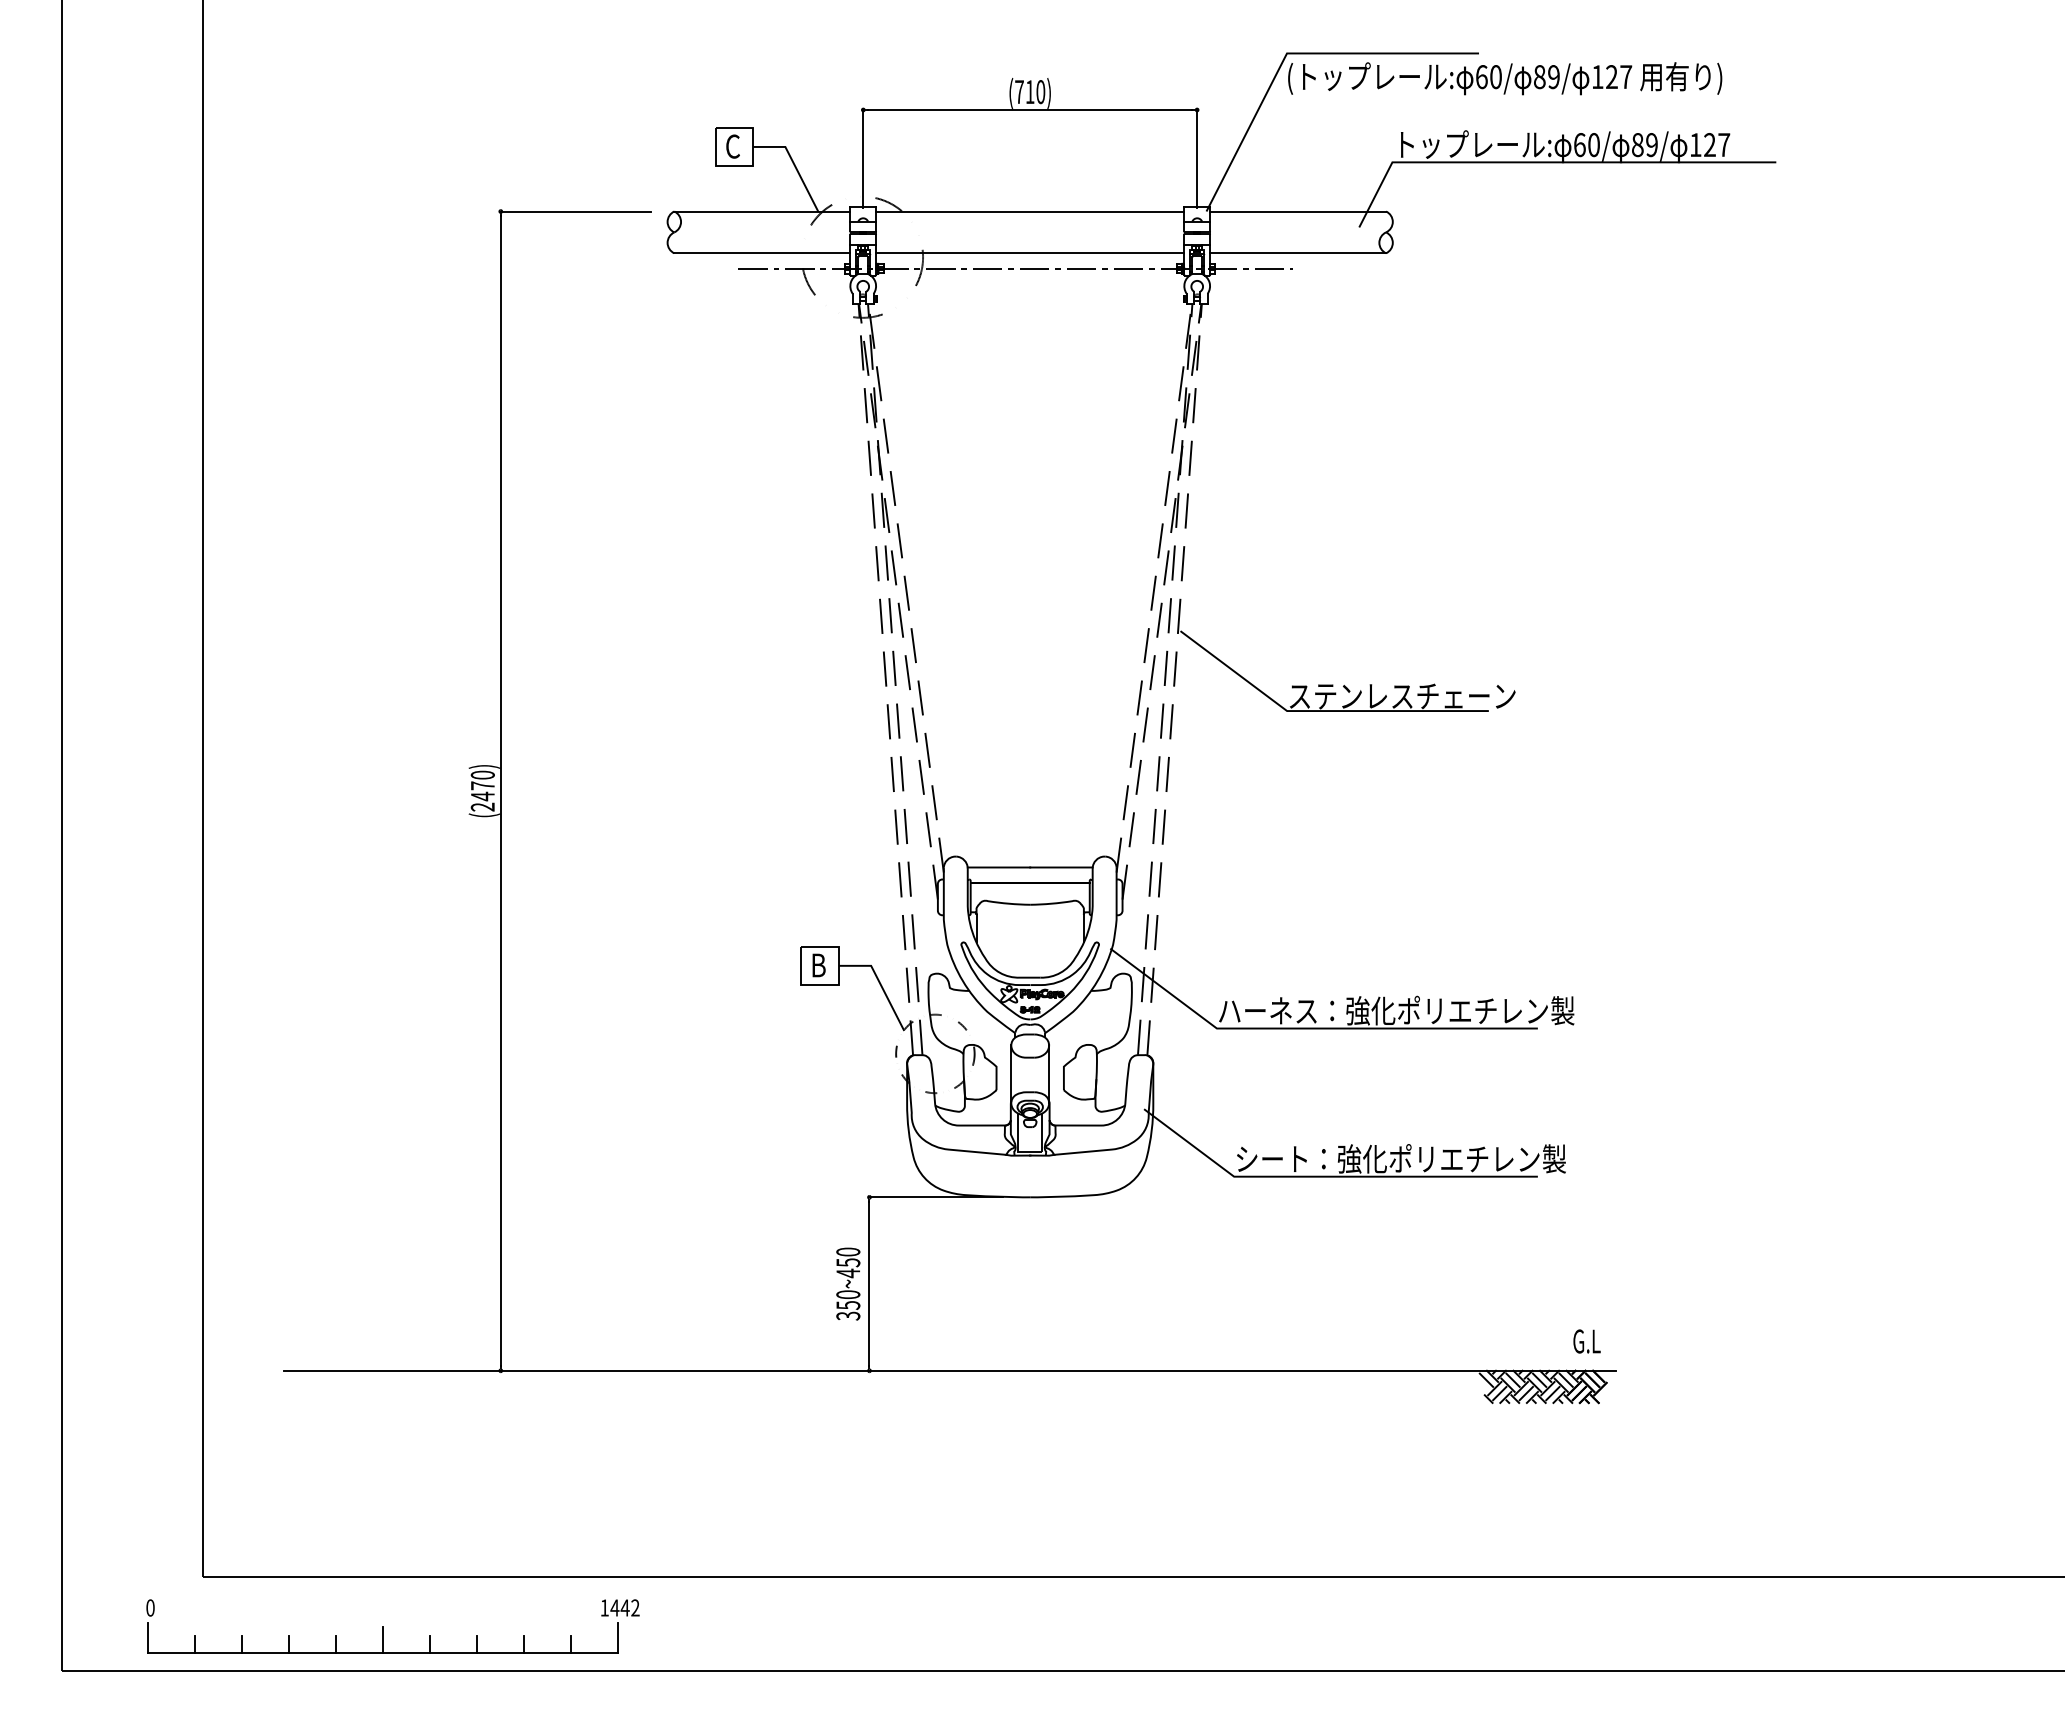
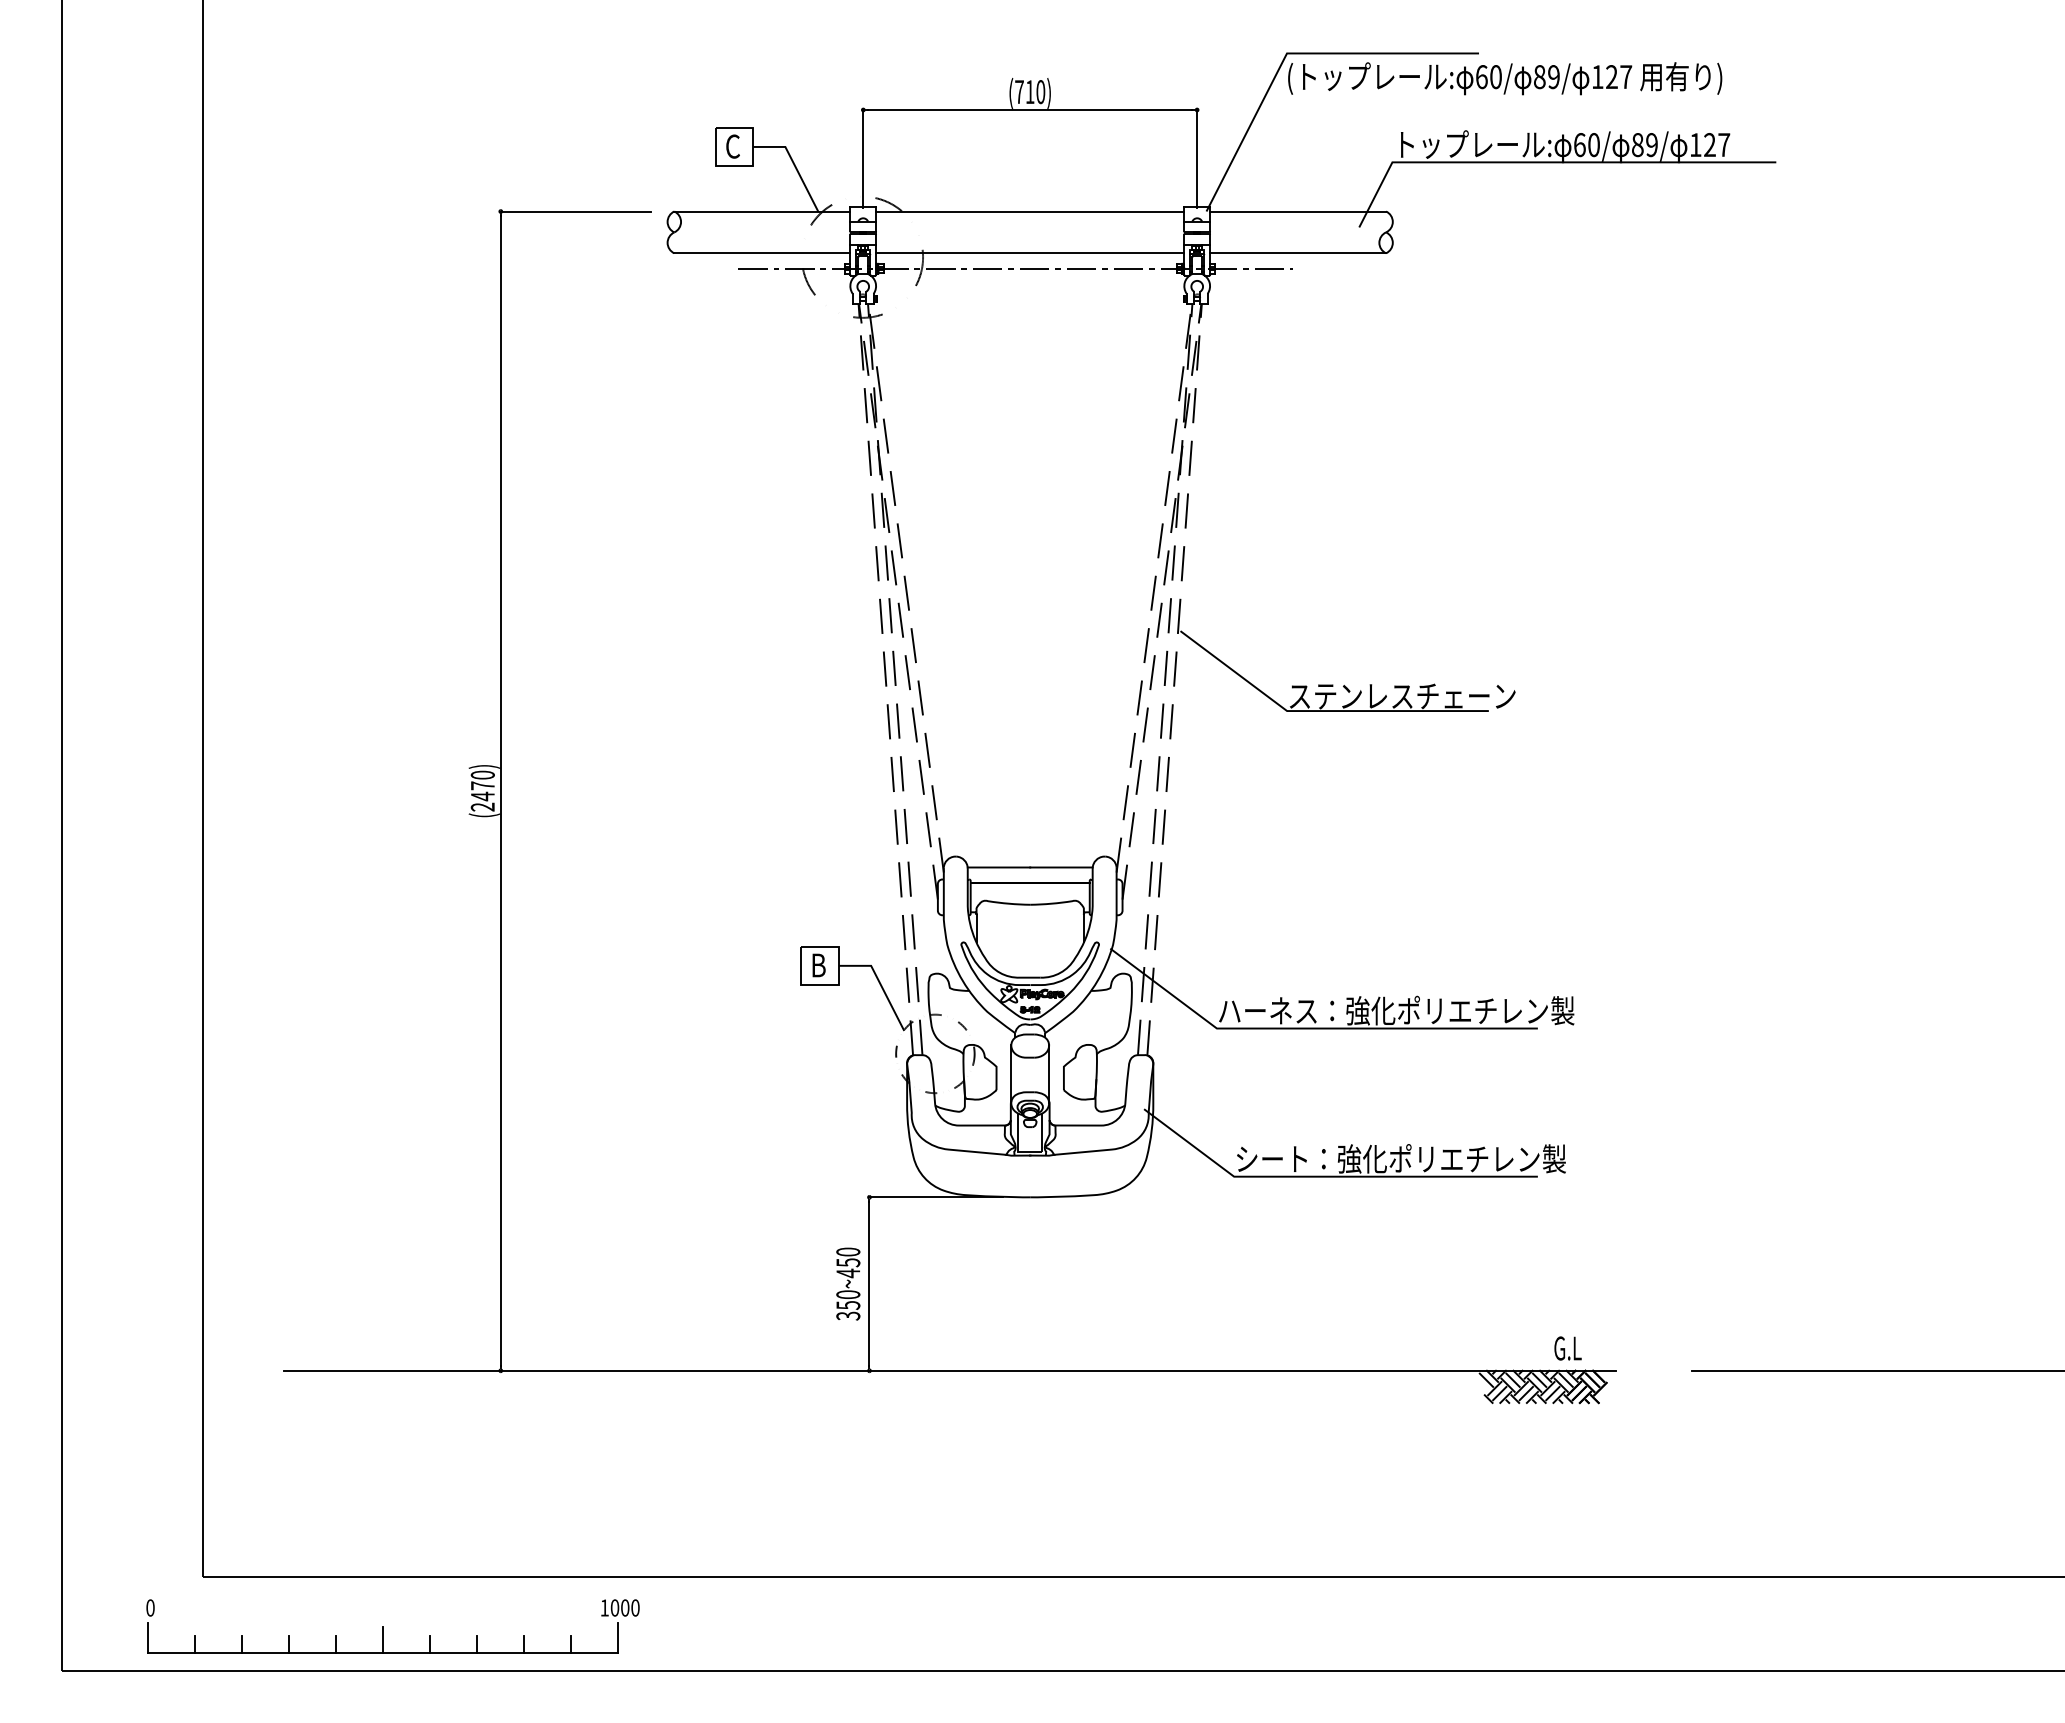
text at (1586, 1341) position: (1586, 1341) -> (1567, 1348)
line at (1876, 1370): none -> present
text at (624, 1607): 1442 -> 1000
